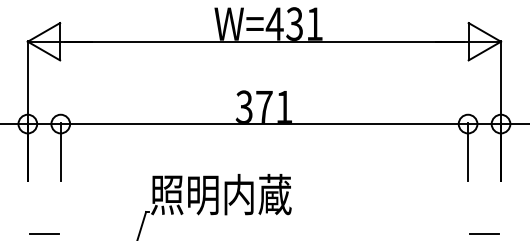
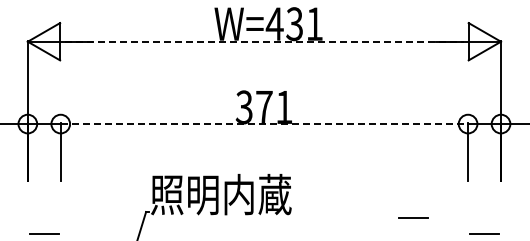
line at (264, 41): solid -> dashed
line at (264, 124): solid -> dashed
line at (413, 217): none -> present
